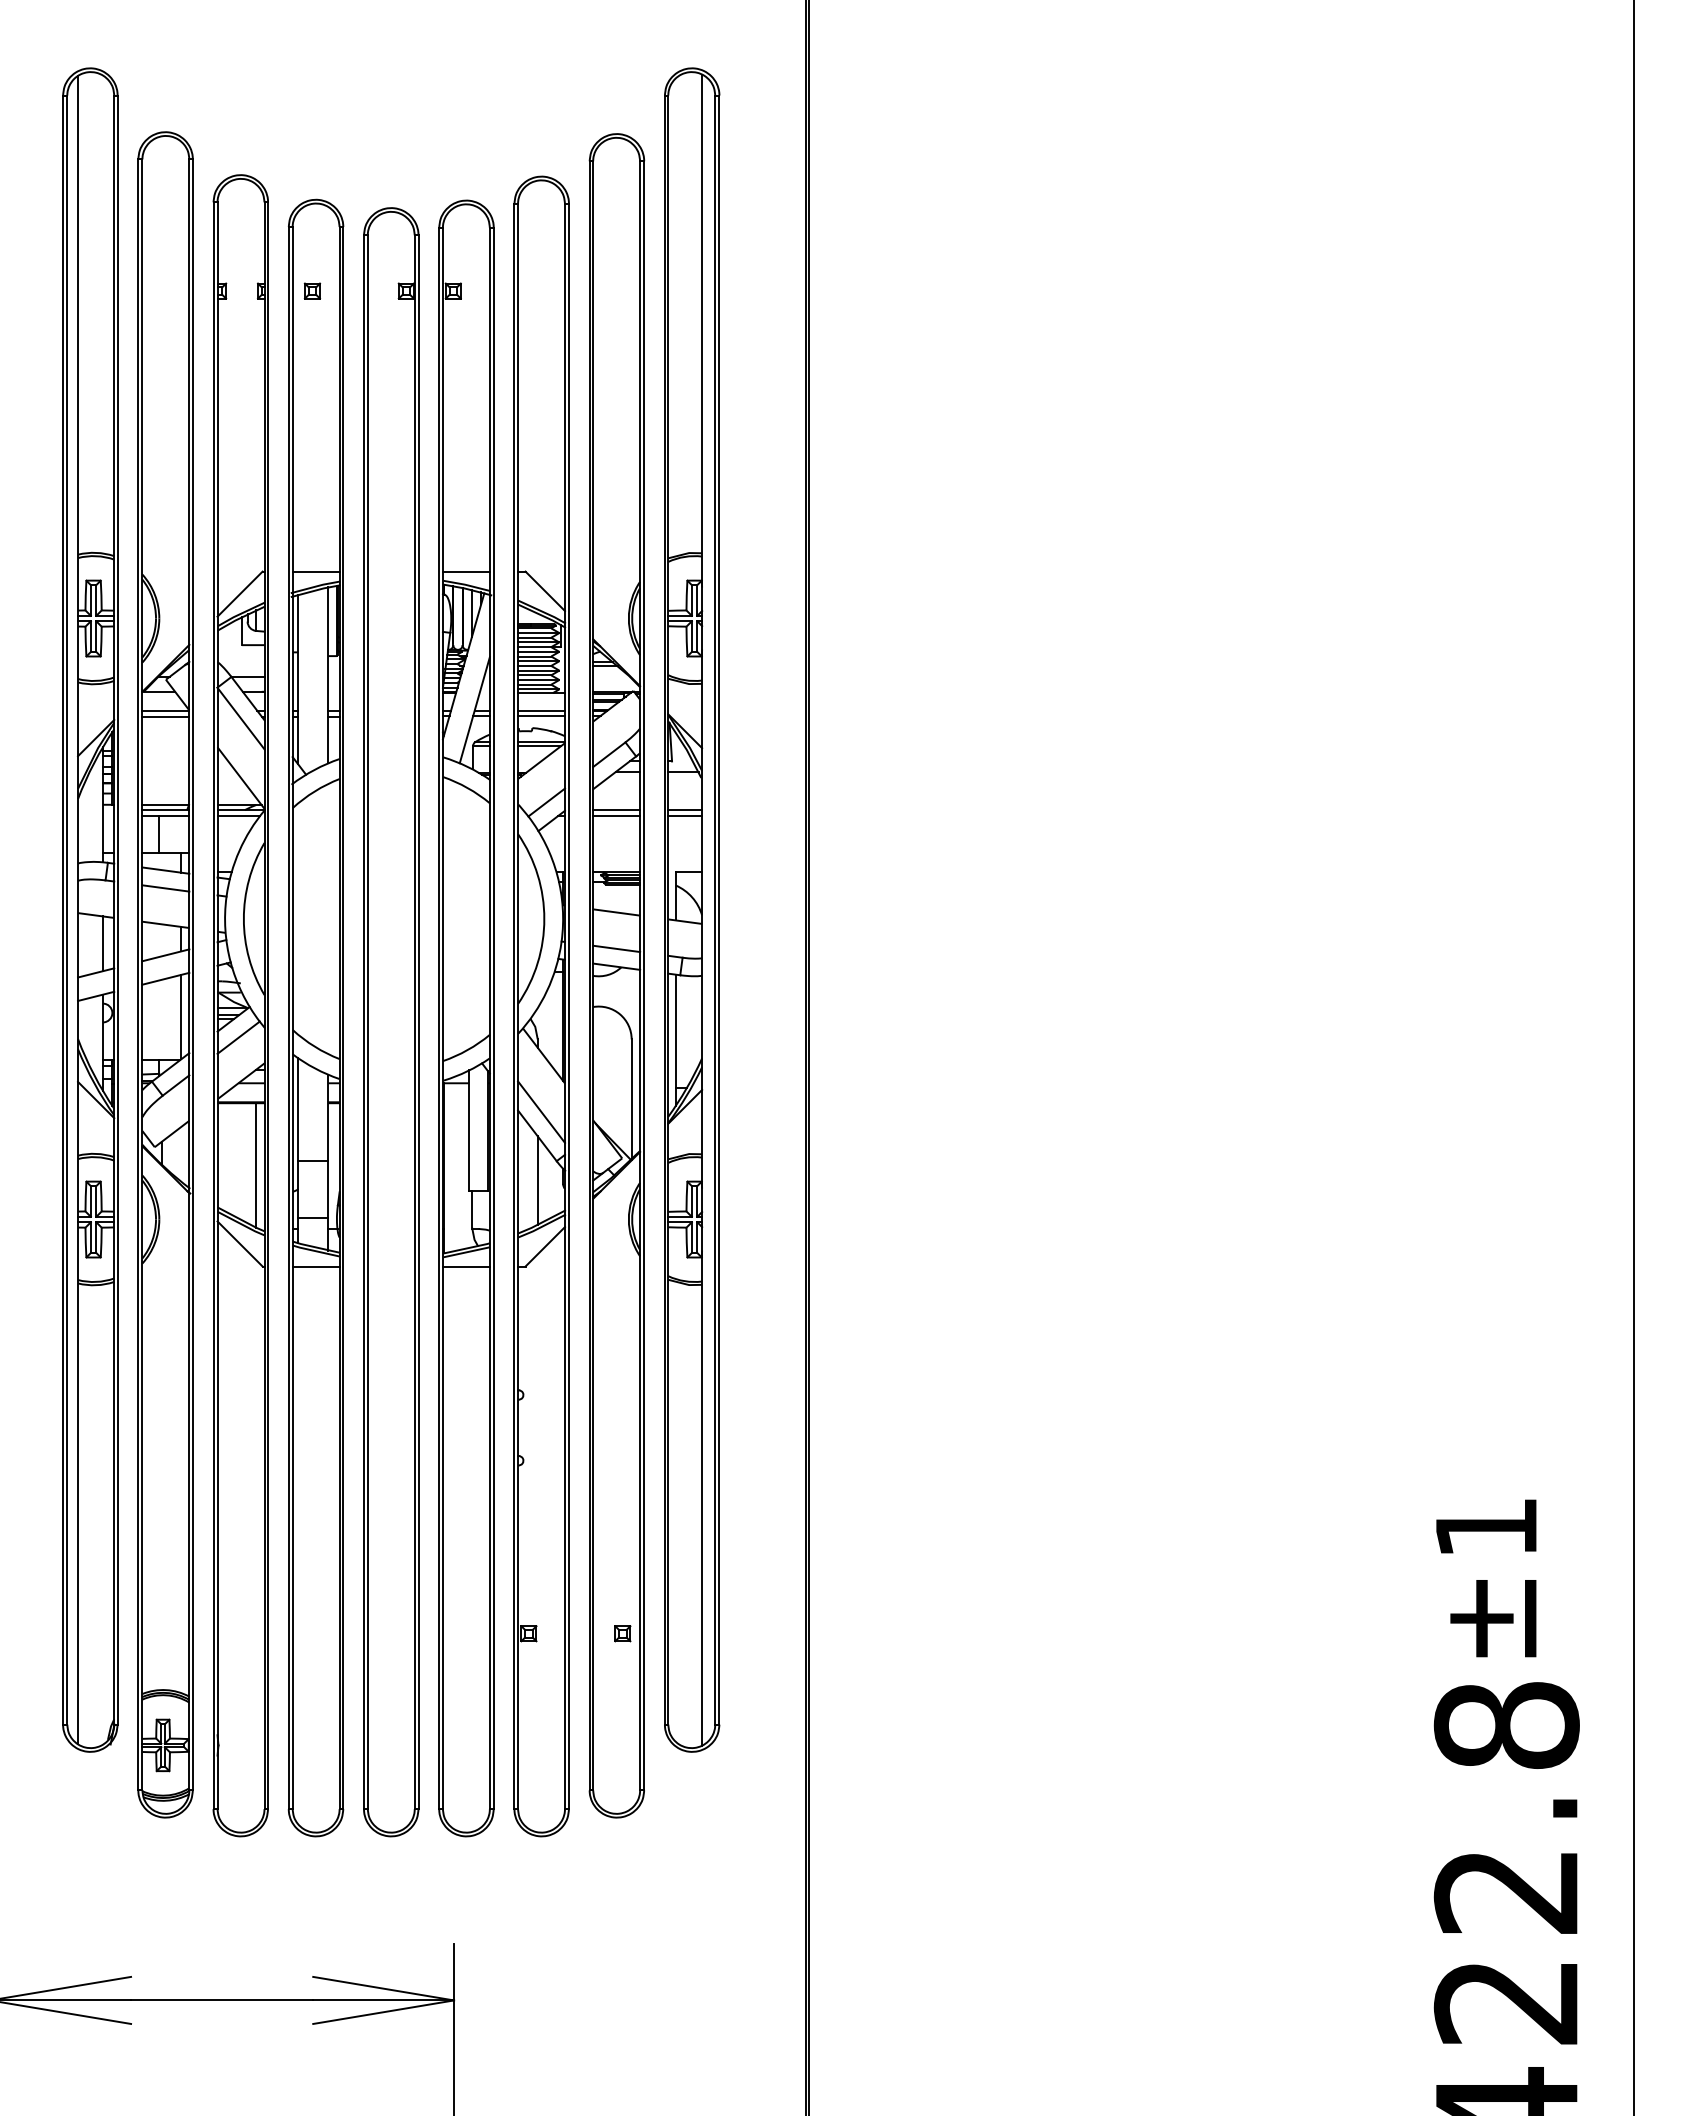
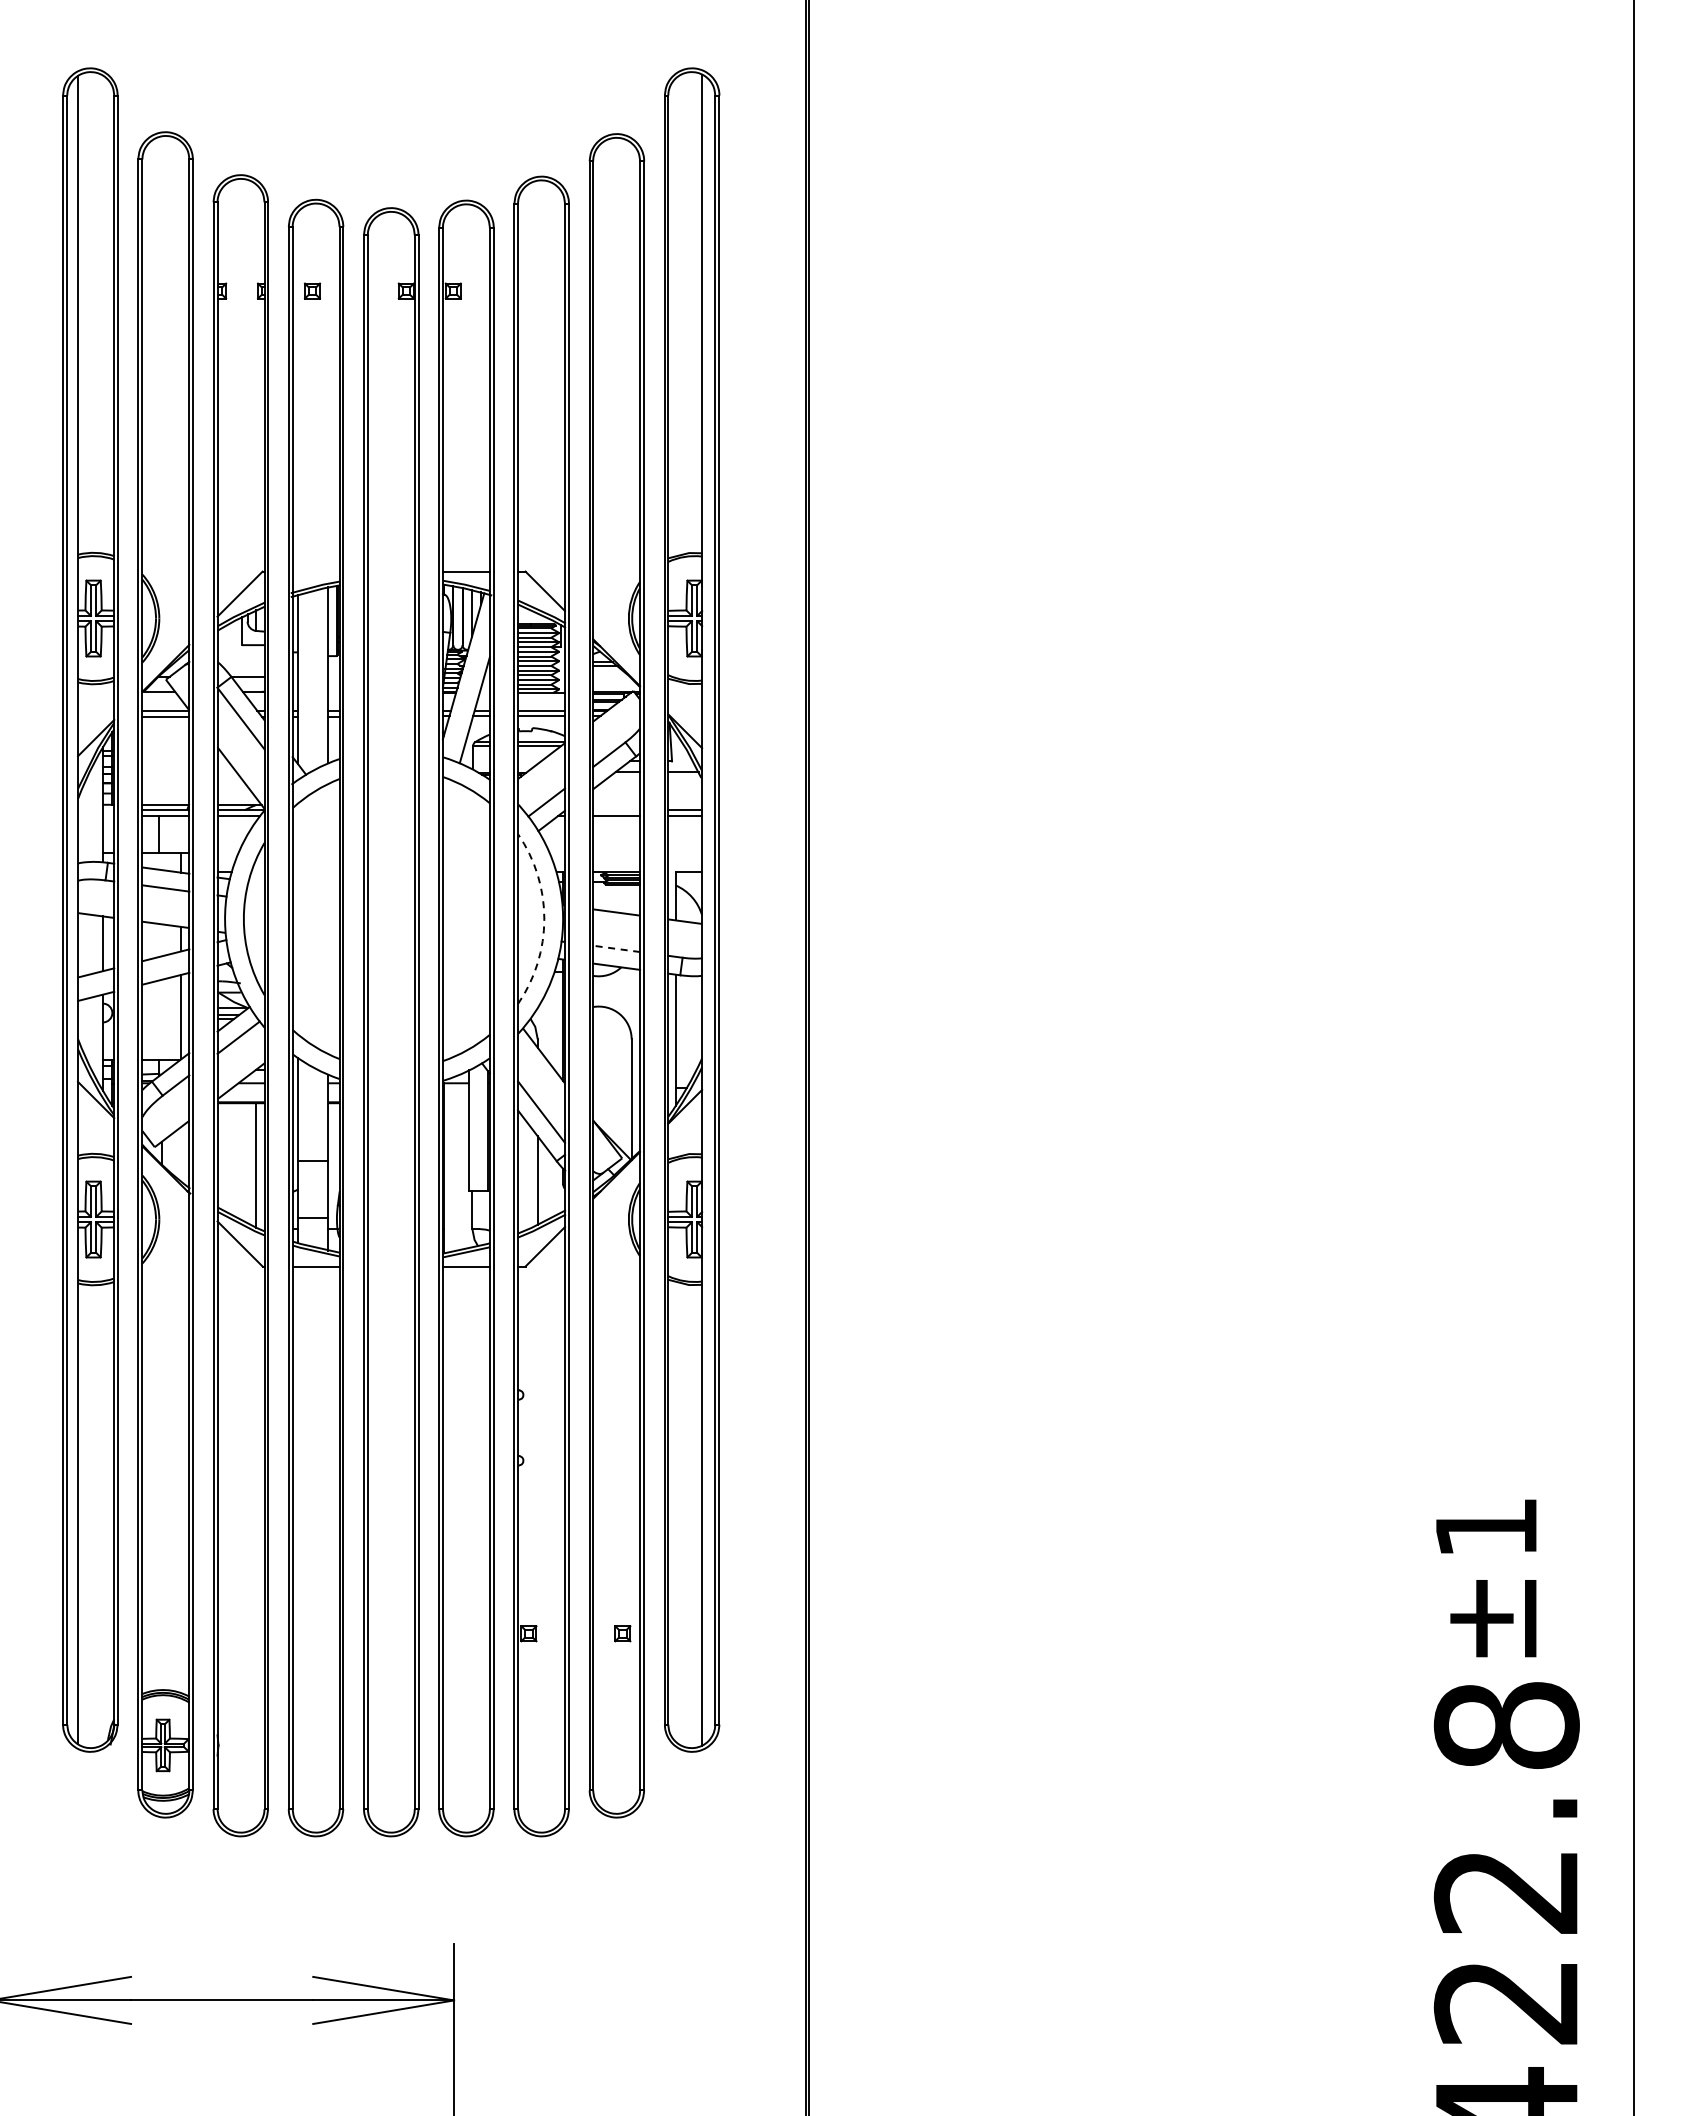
line at (315, 571): present -> none
line at (616, 810): present -> none
arc at (544, 919): solid -> dashed
line at (616, 948): solid -> dashed
